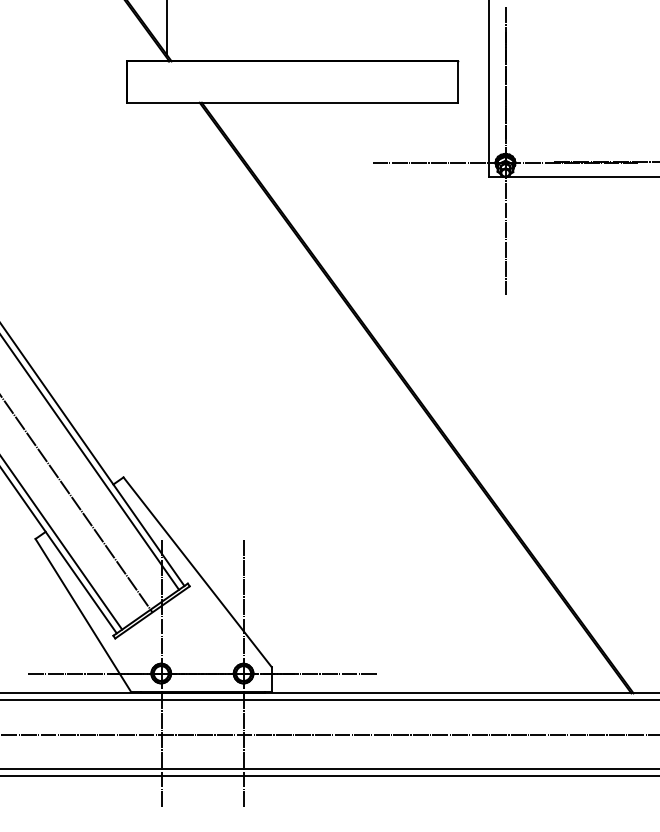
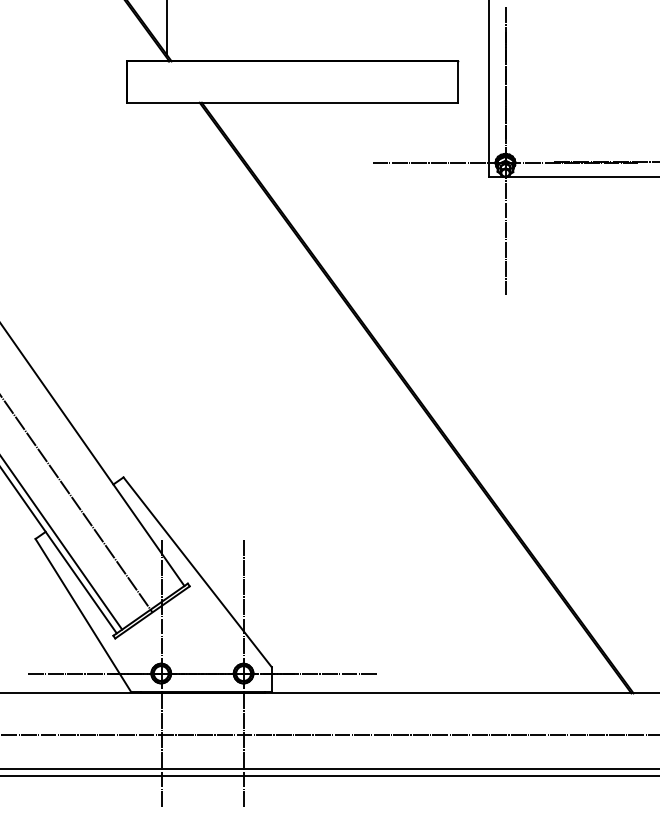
line at (90, 463): present -> none
line at (329, 700): present -> none
